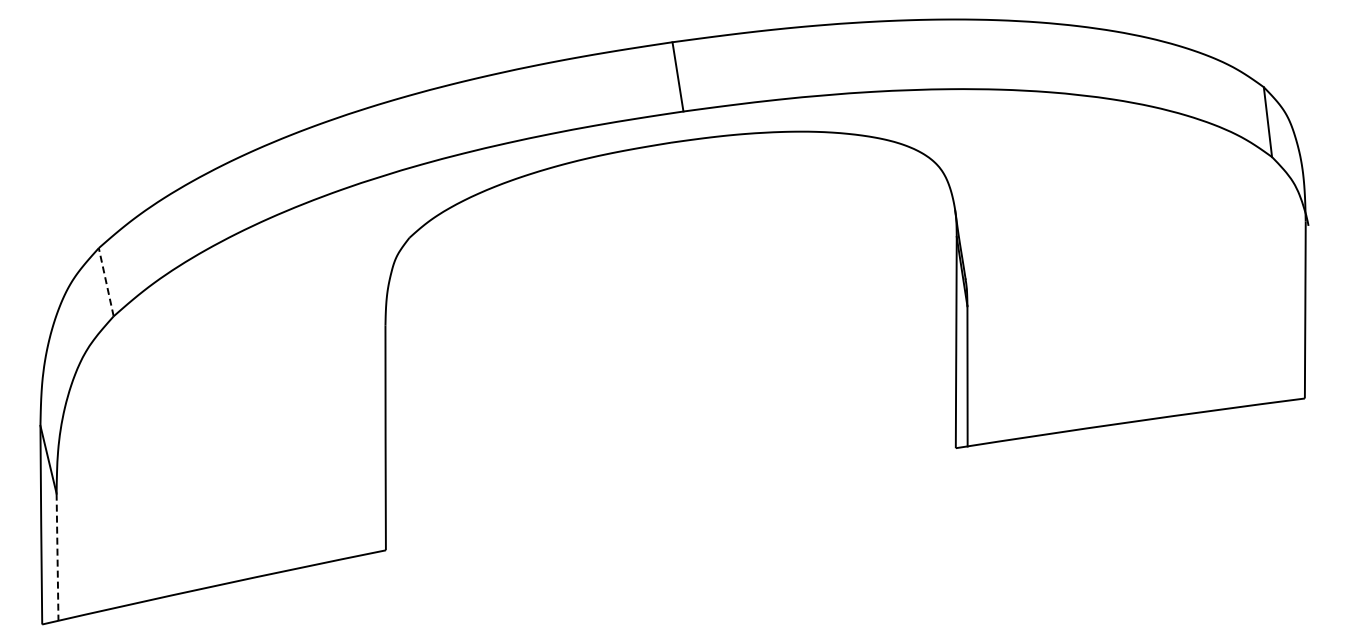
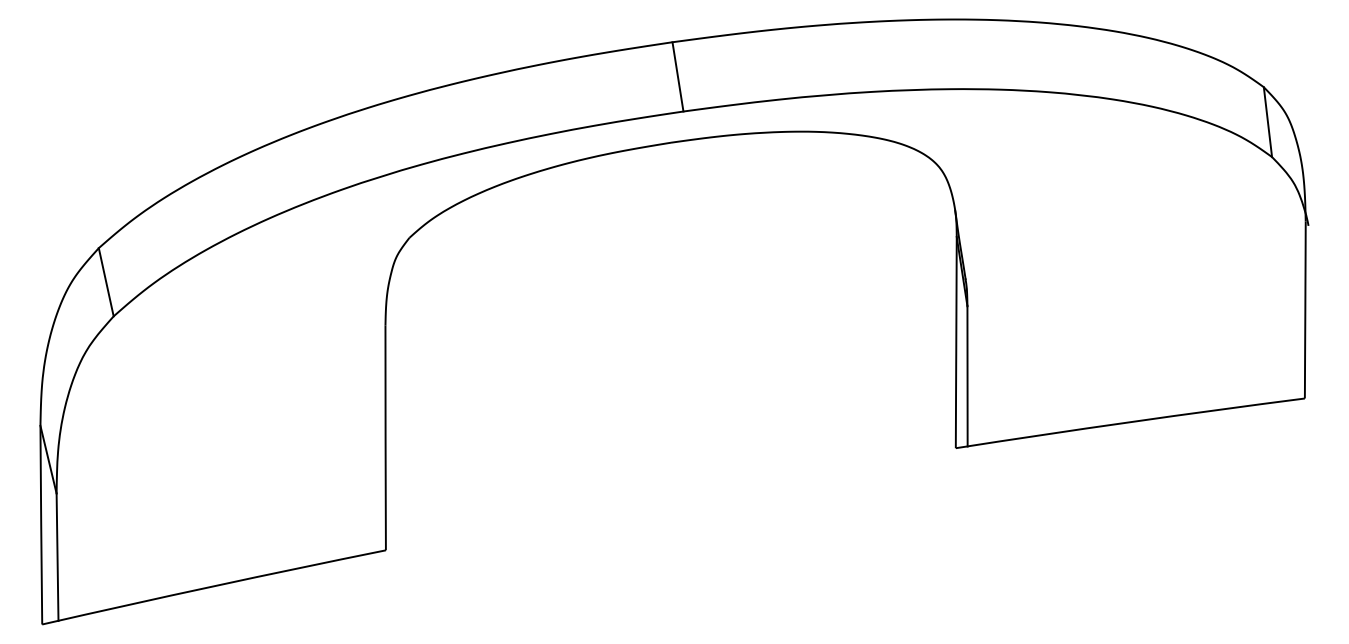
line at (106, 282): dashed -> solid
line at (57, 557): dashed -> solid
